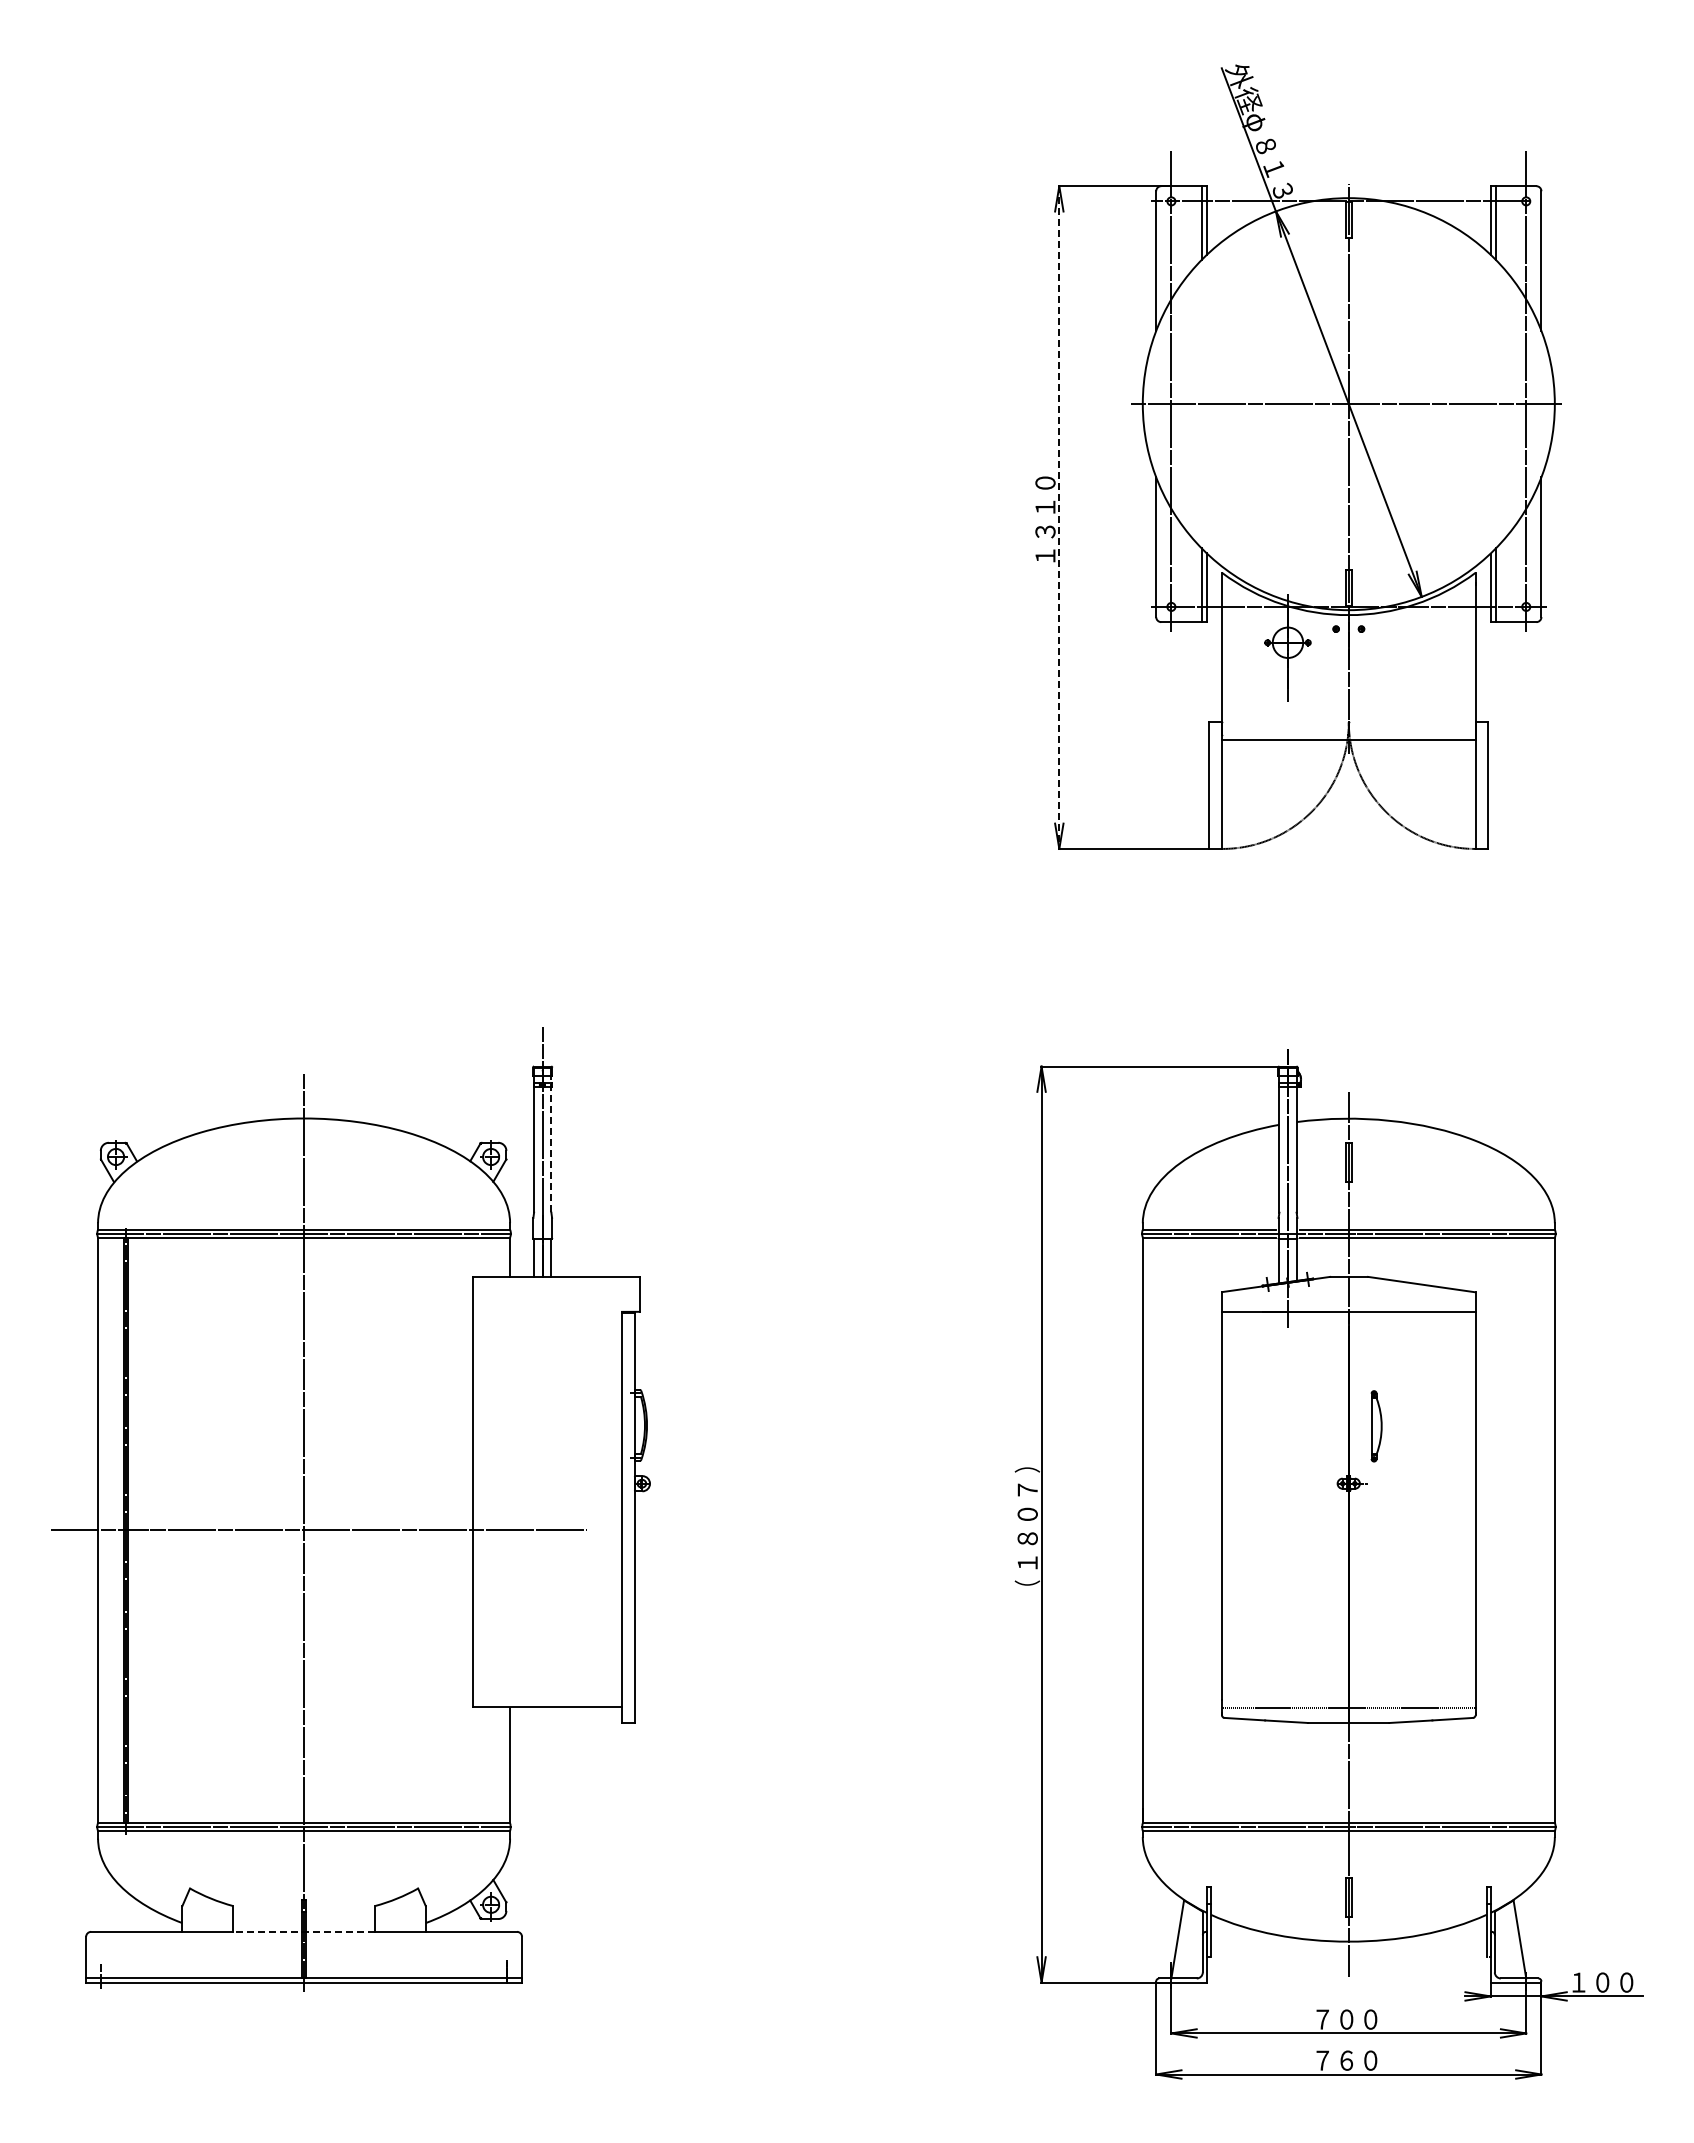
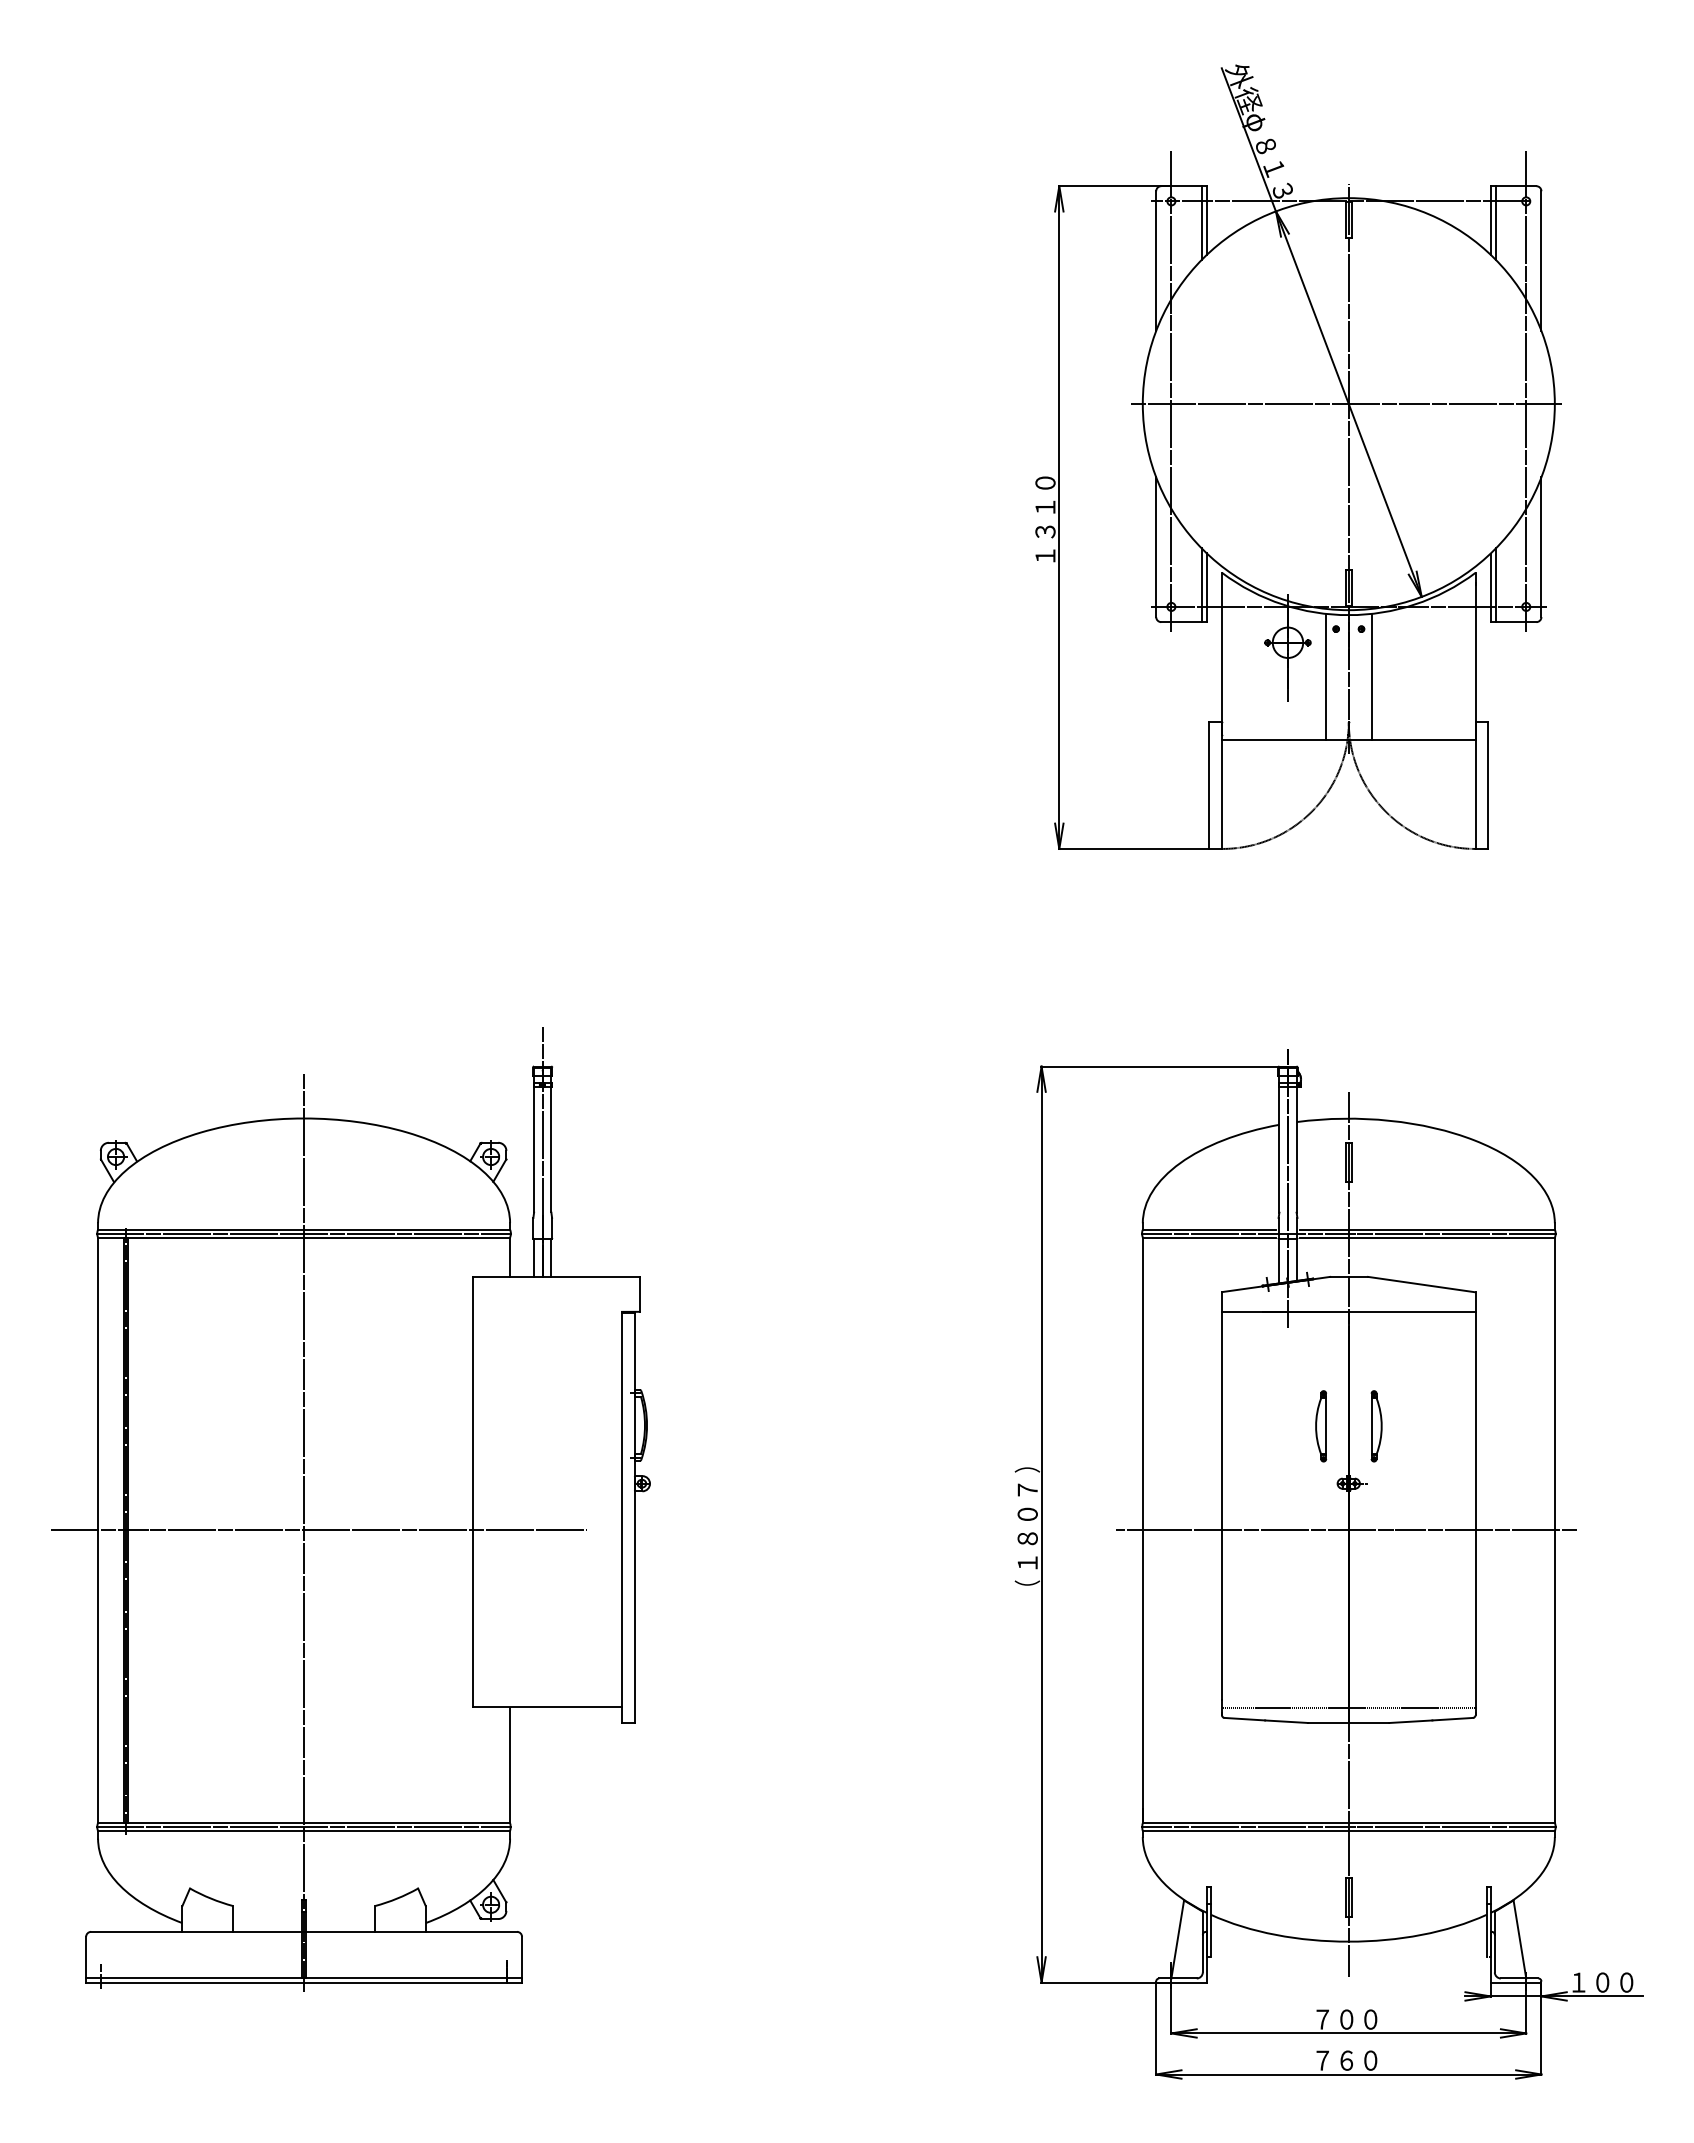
line at (1059, 518): dashed -> solid
line at (1326, 676): none -> present
line at (1371, 676): none -> present
line at (551, 1143): dashed -> solid
part at (1321, 1426): none -> present
line at (1345, 1530): none -> present
line at (304, 1931): dashed -> solid
